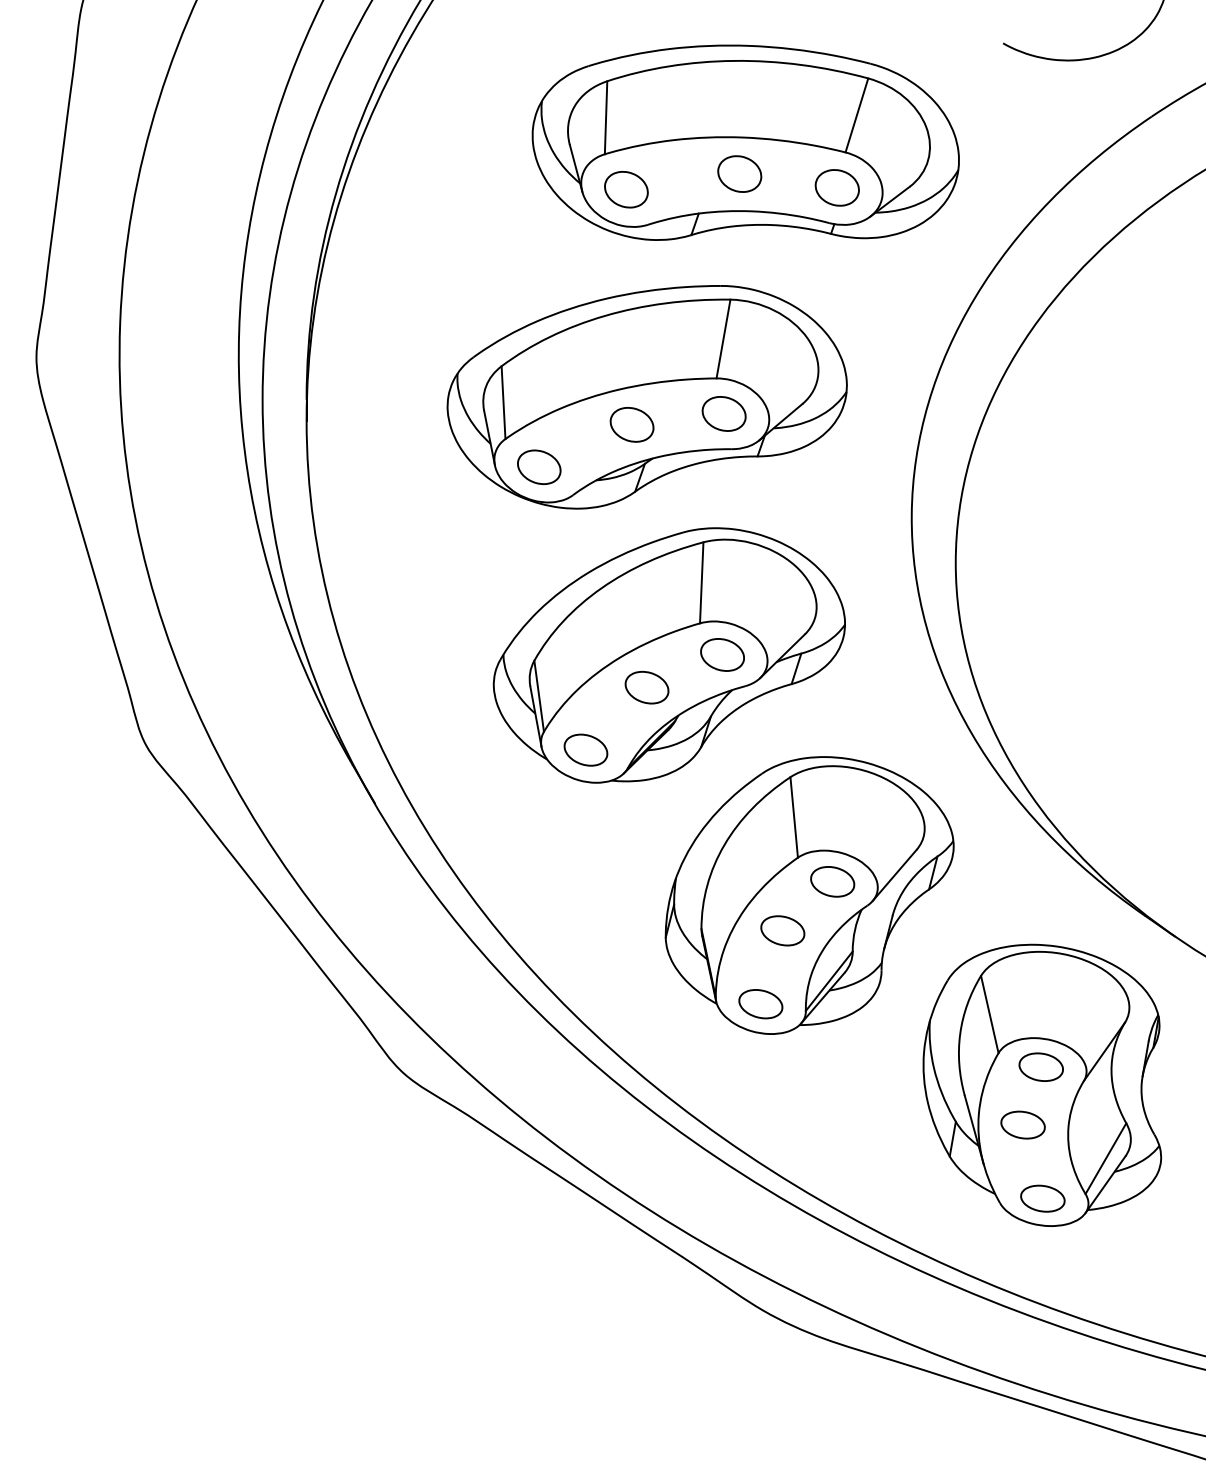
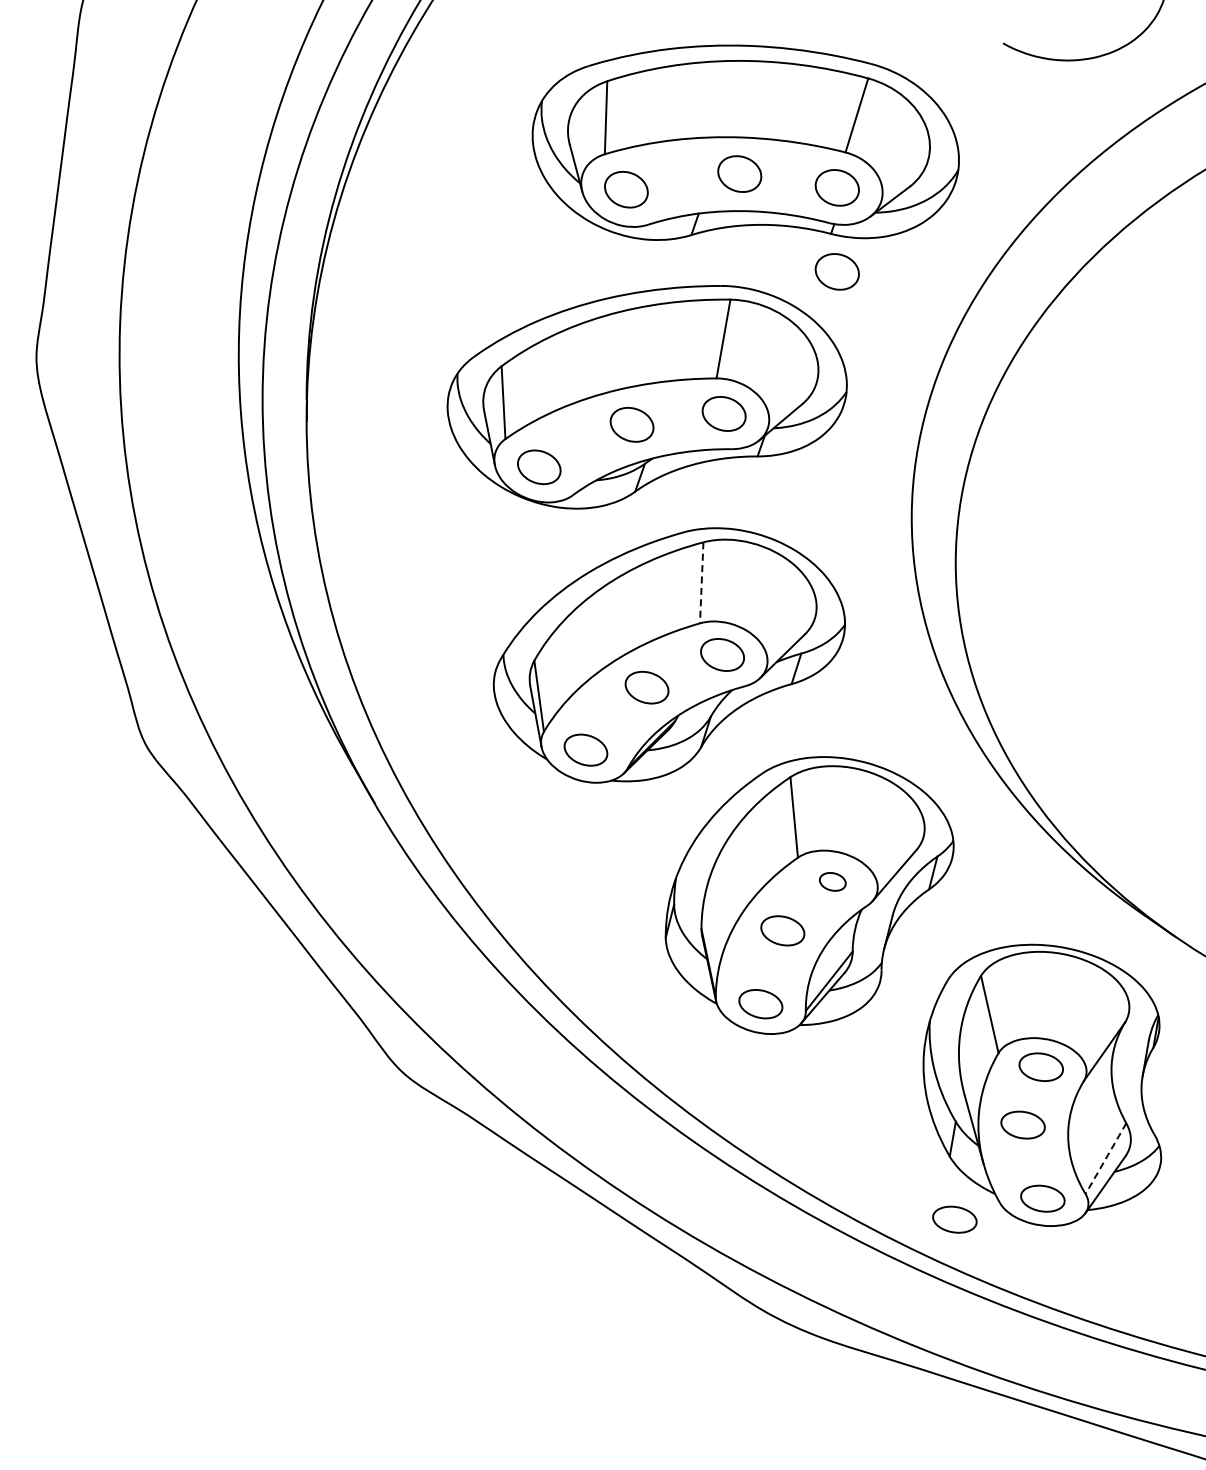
part at (836, 271): none -> present
line at (701, 582): solid -> dashed
part at (832, 881) size: 46x32 px -> 28x20 px
line at (1105, 1158): solid -> dashed
part at (954, 1219): none -> present
